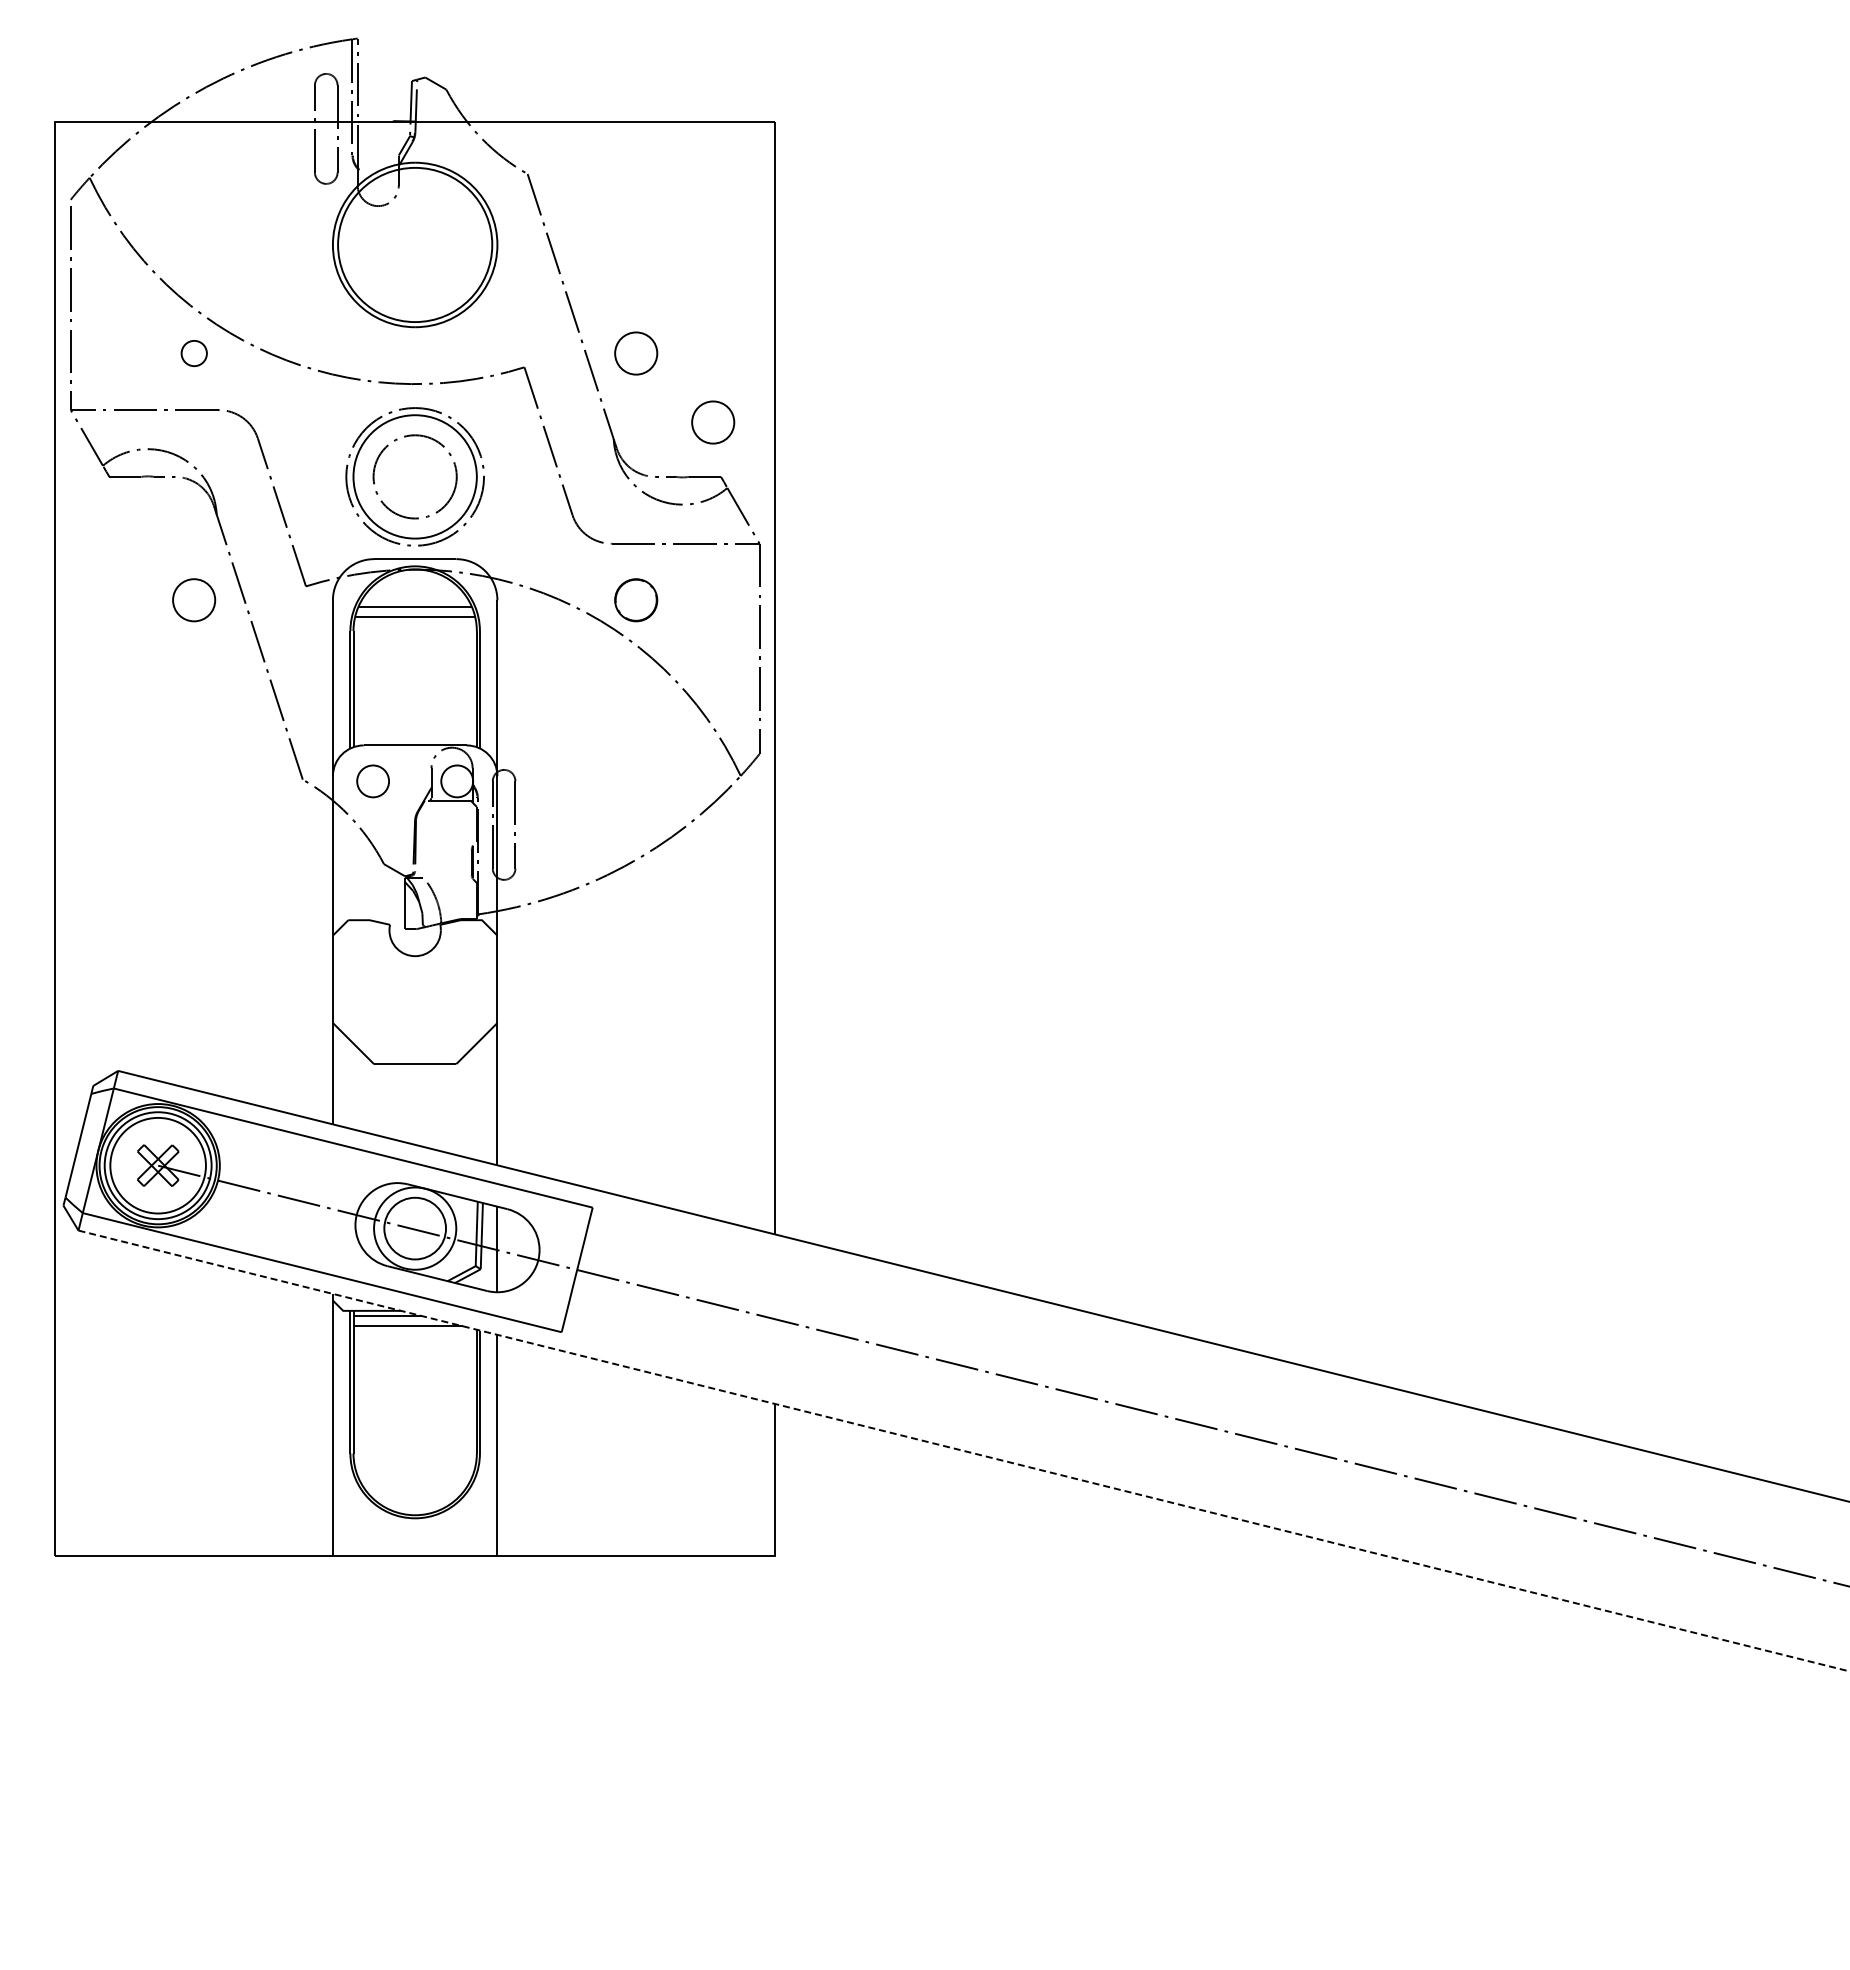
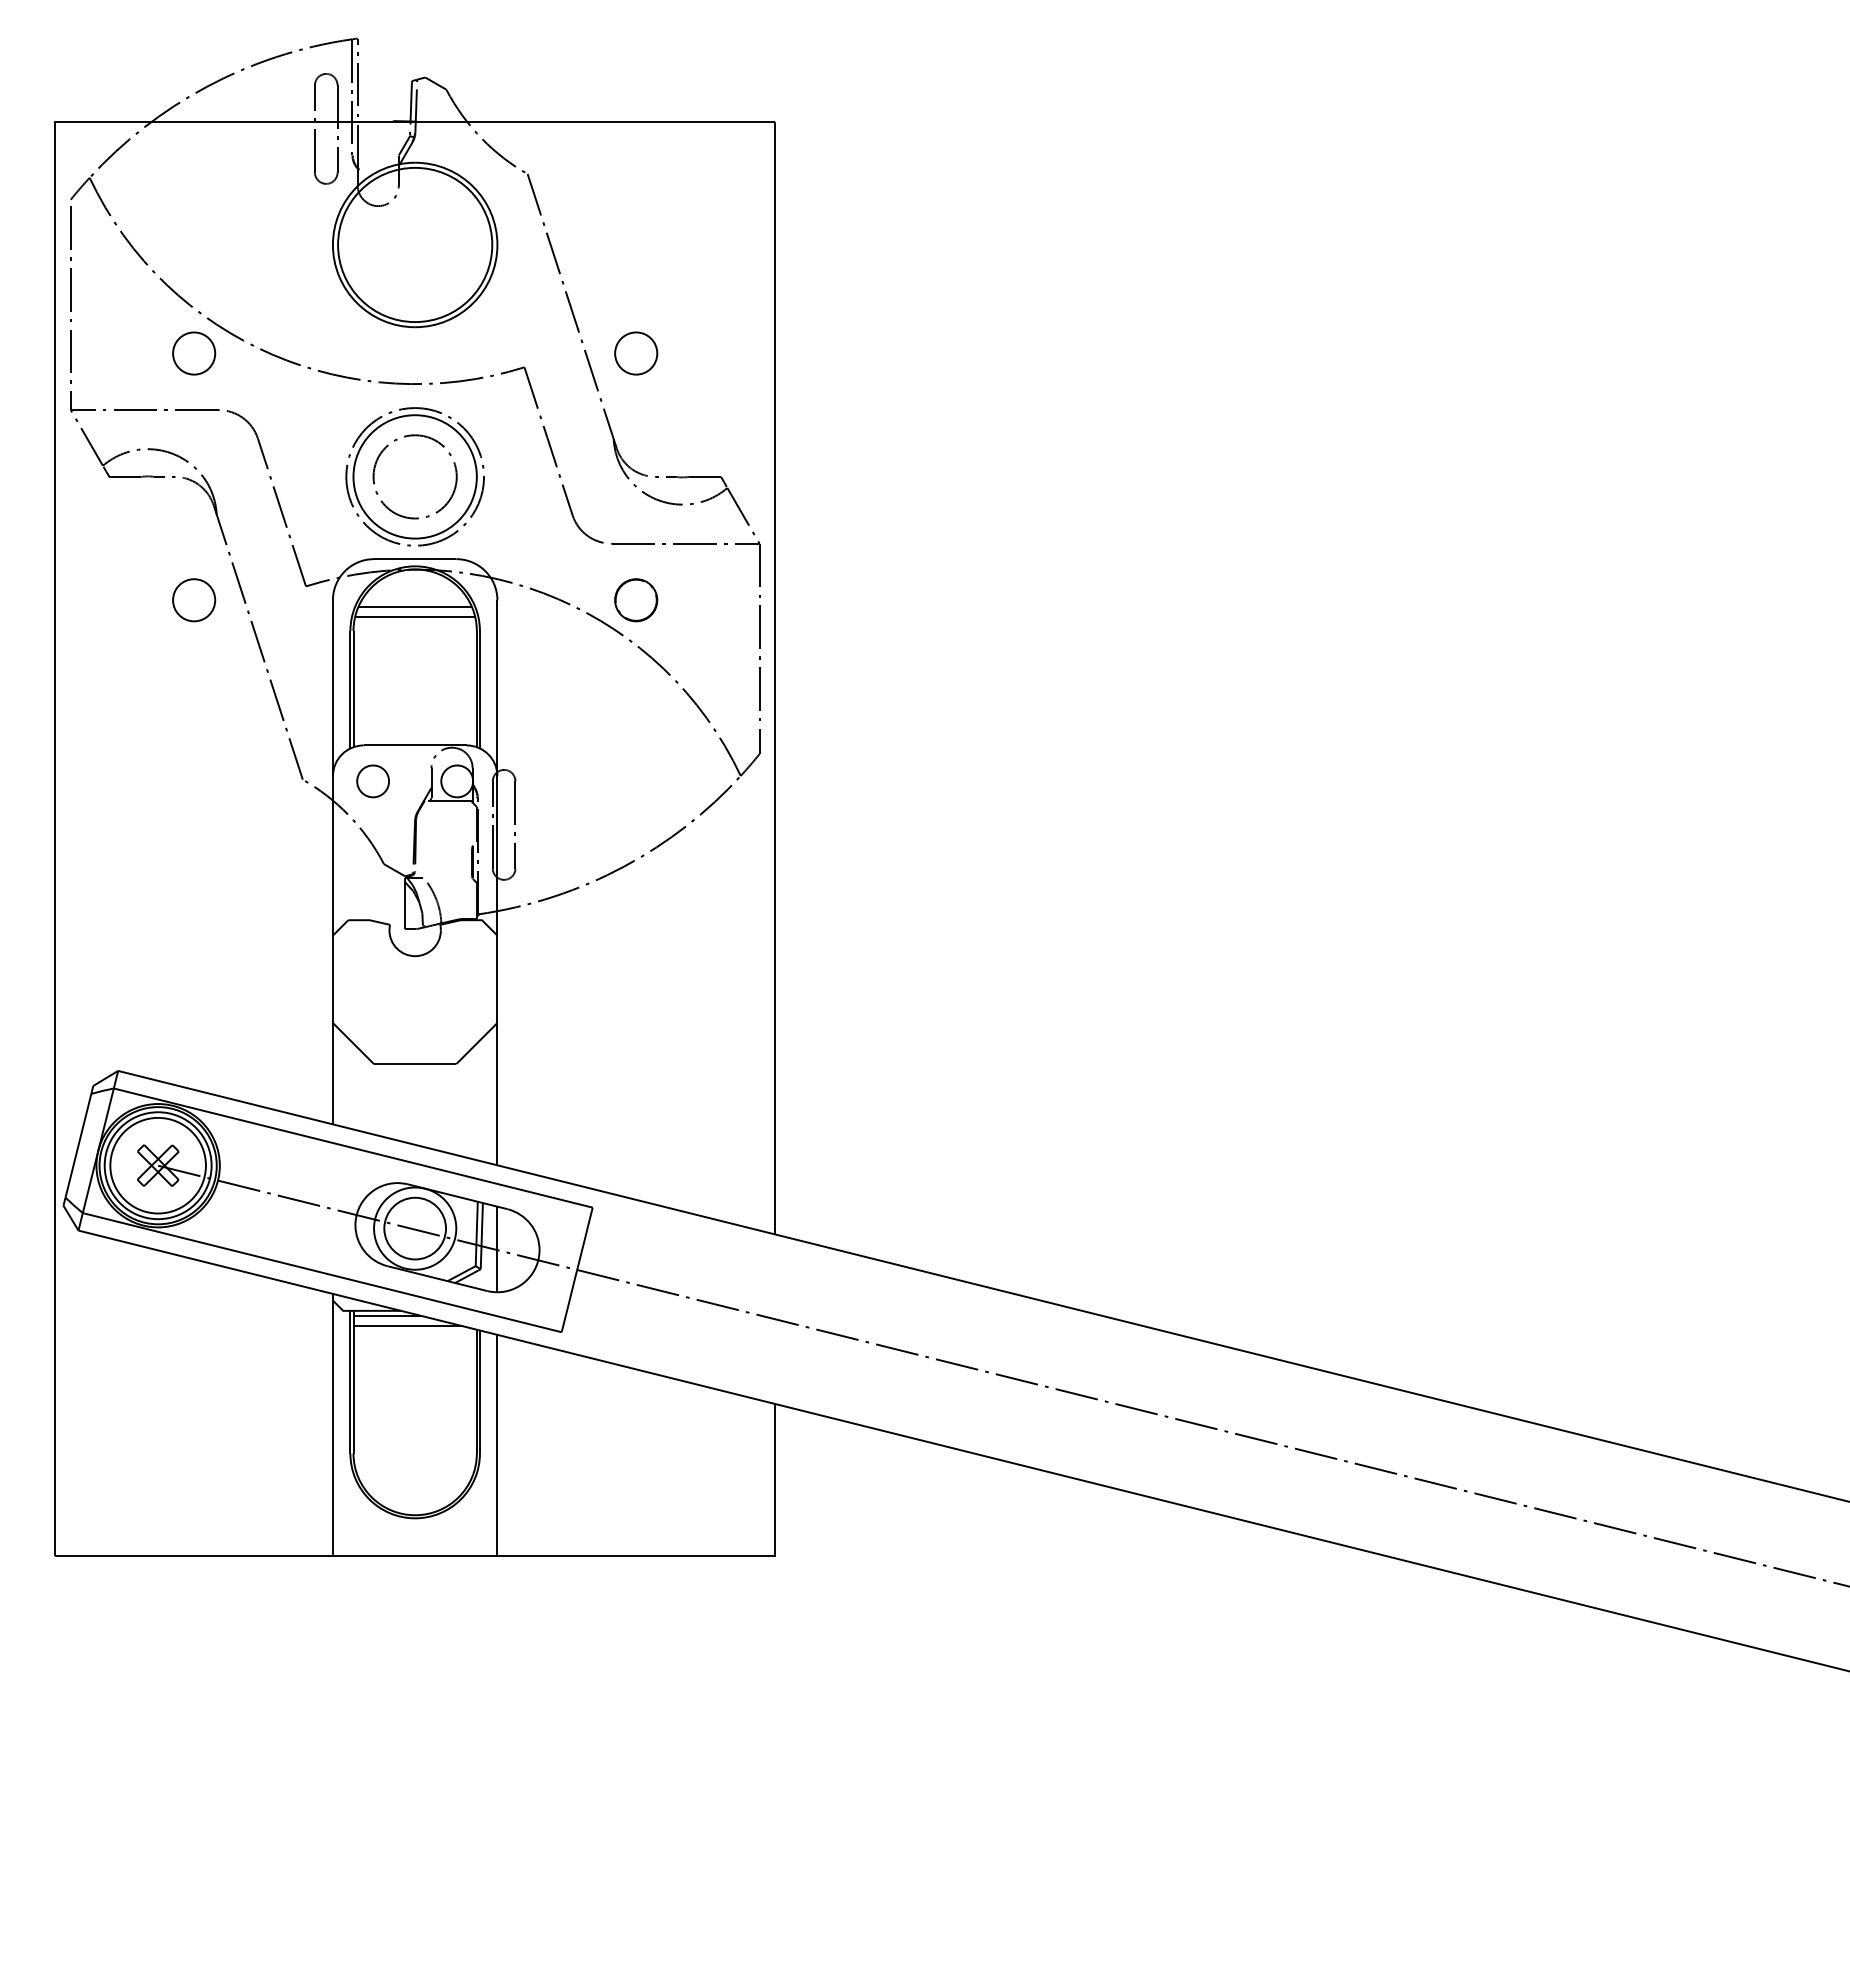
part at (193, 353) size: 28x27 px -> 45x45 px
part at (713, 422): present -> none
line at (964, 1451): dashed -> solid
